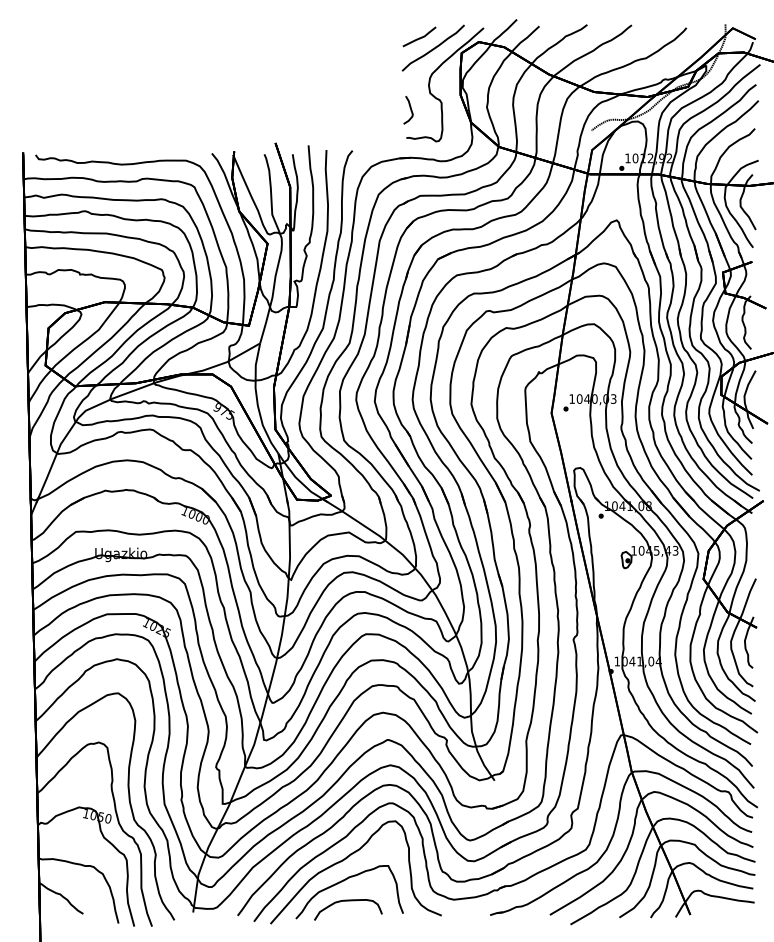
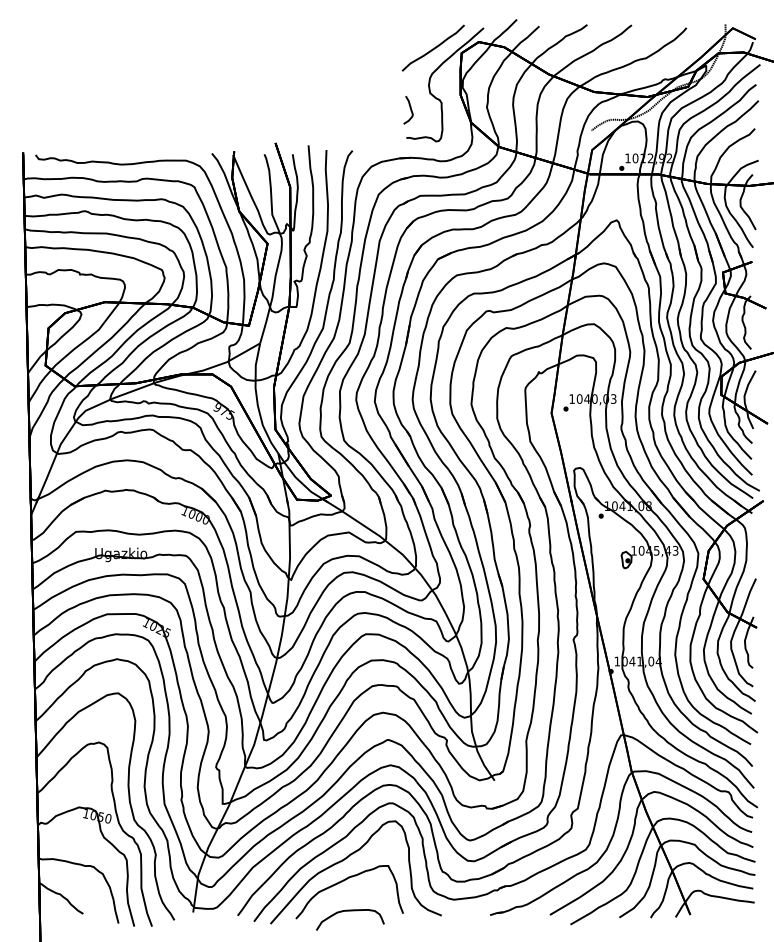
part at (419, 36): present -> none
curve at (348, 901) position: (348, 901) -> (350, 911)
